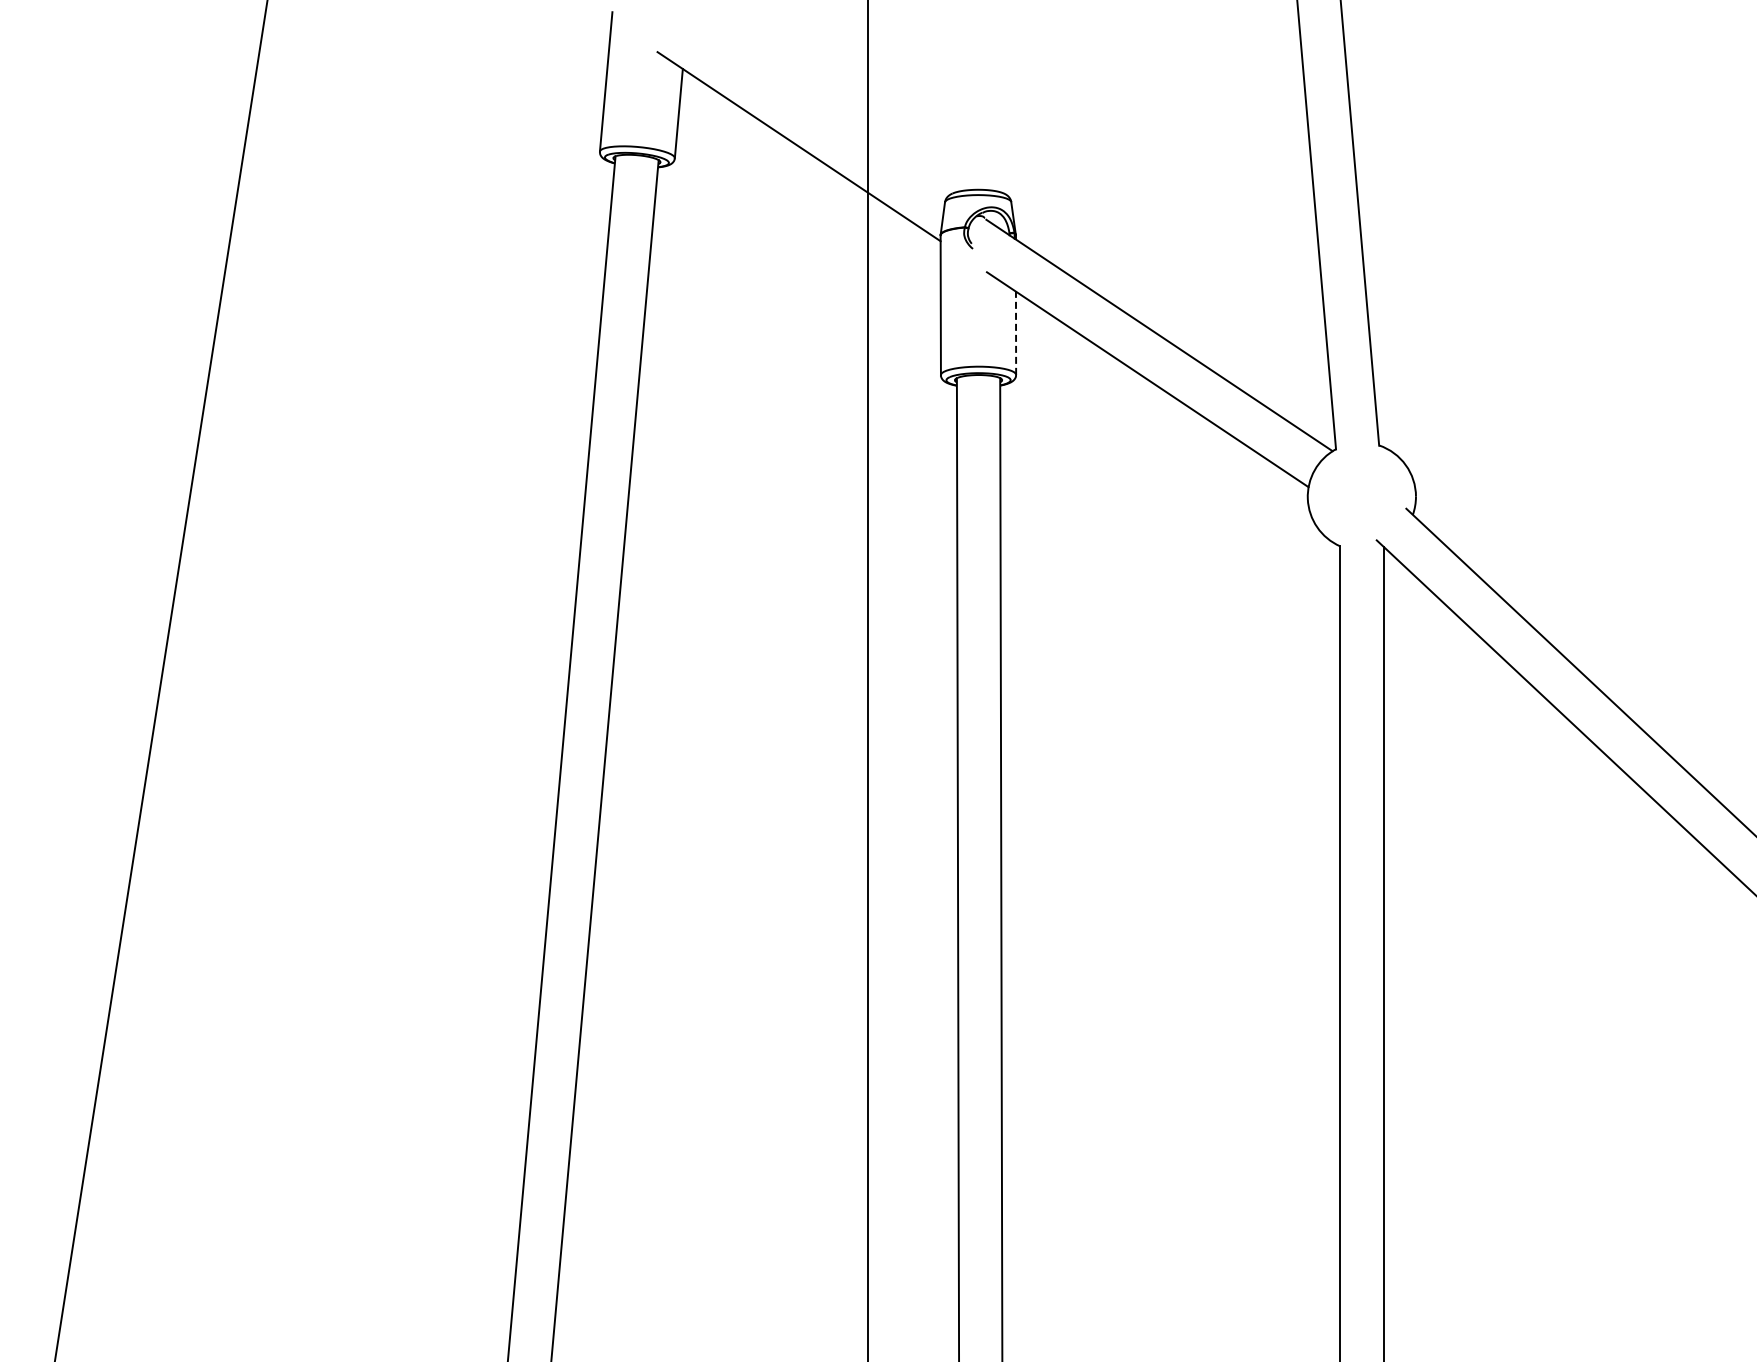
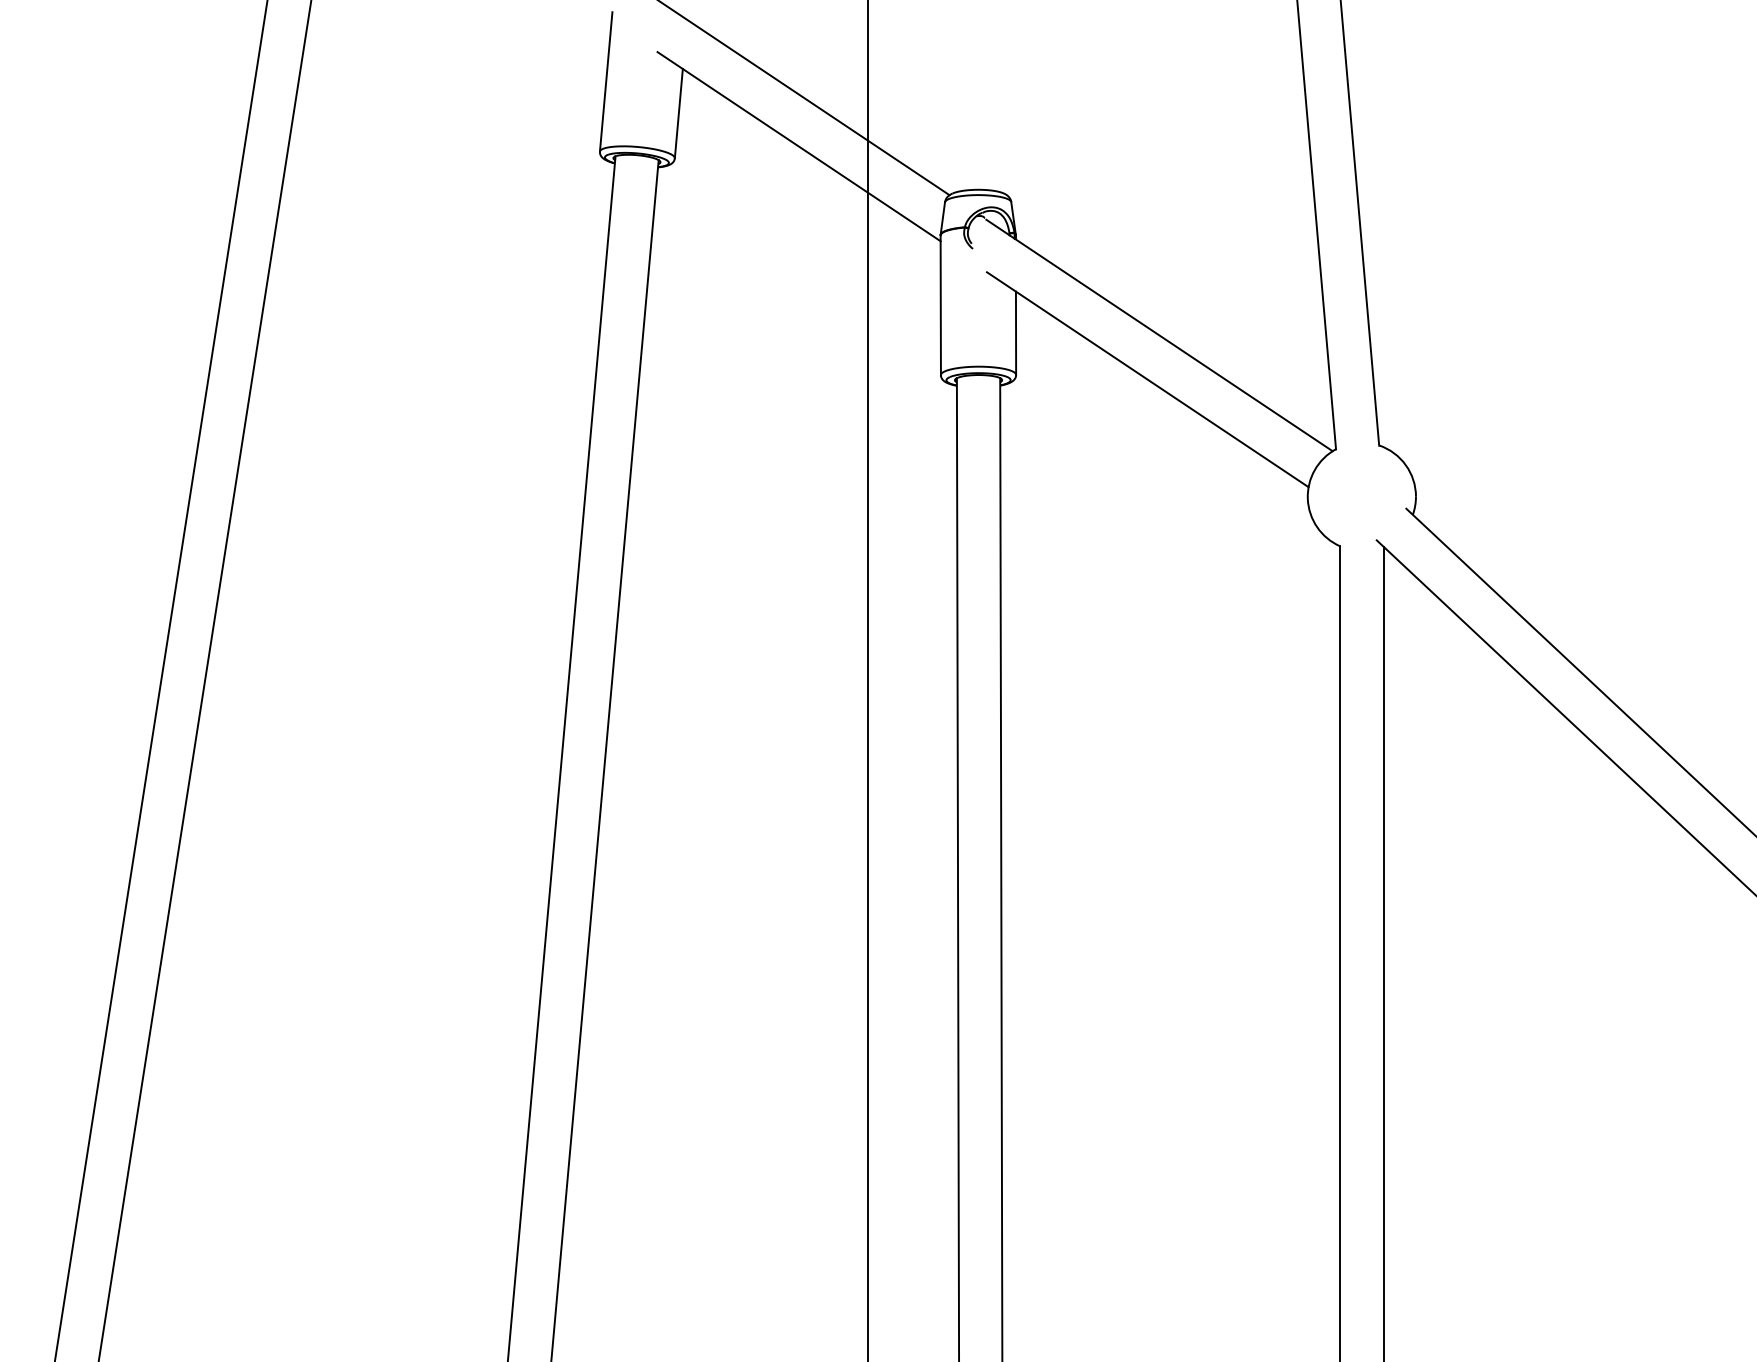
line at (804, 98): none -> present
line at (1016, 333): dashed -> solid
line at (205, 680): none -> present
